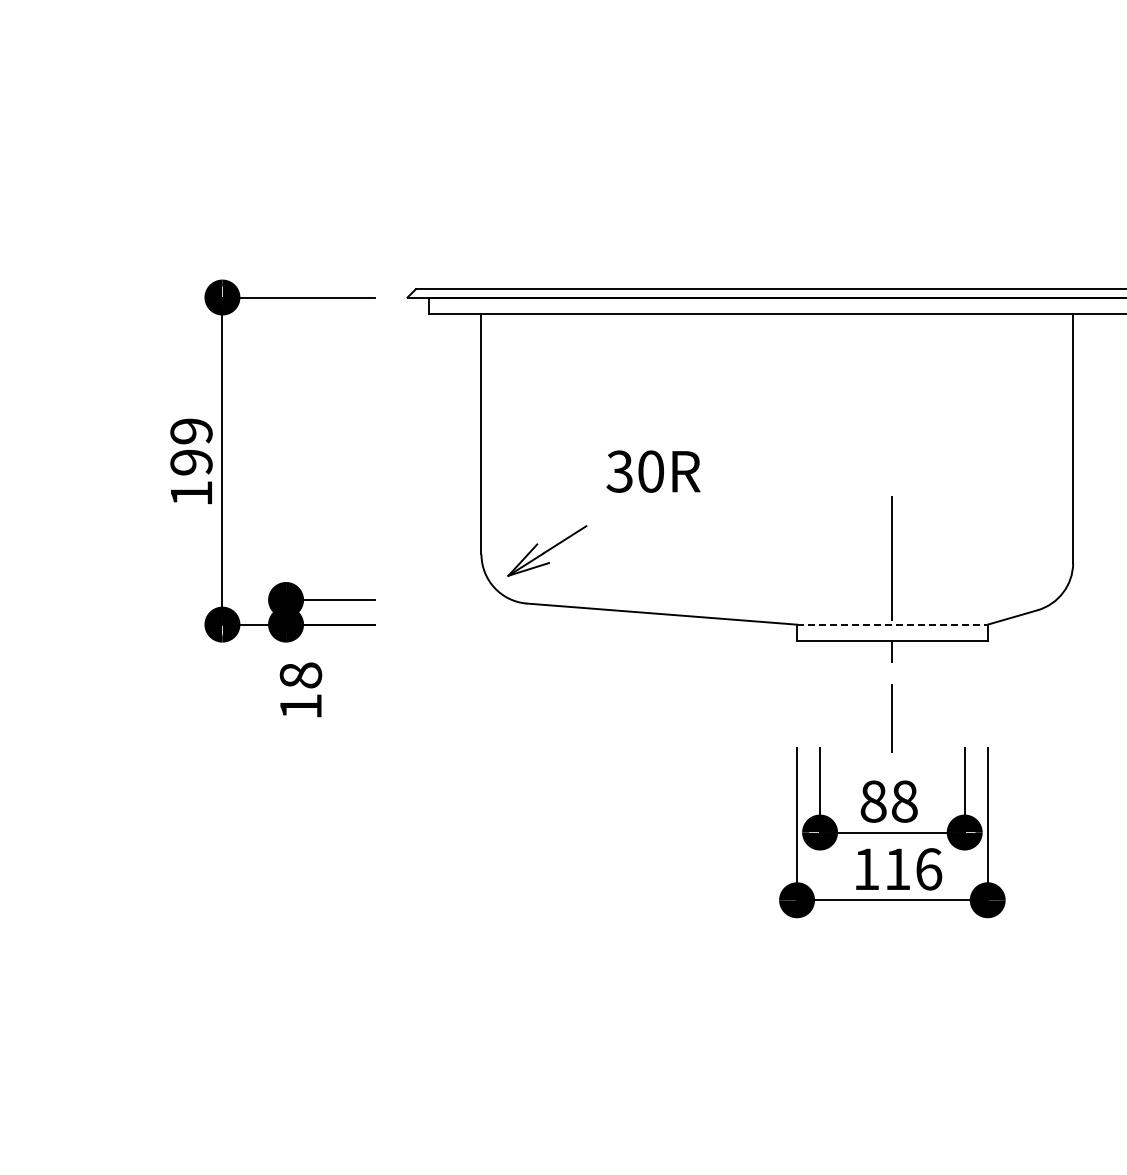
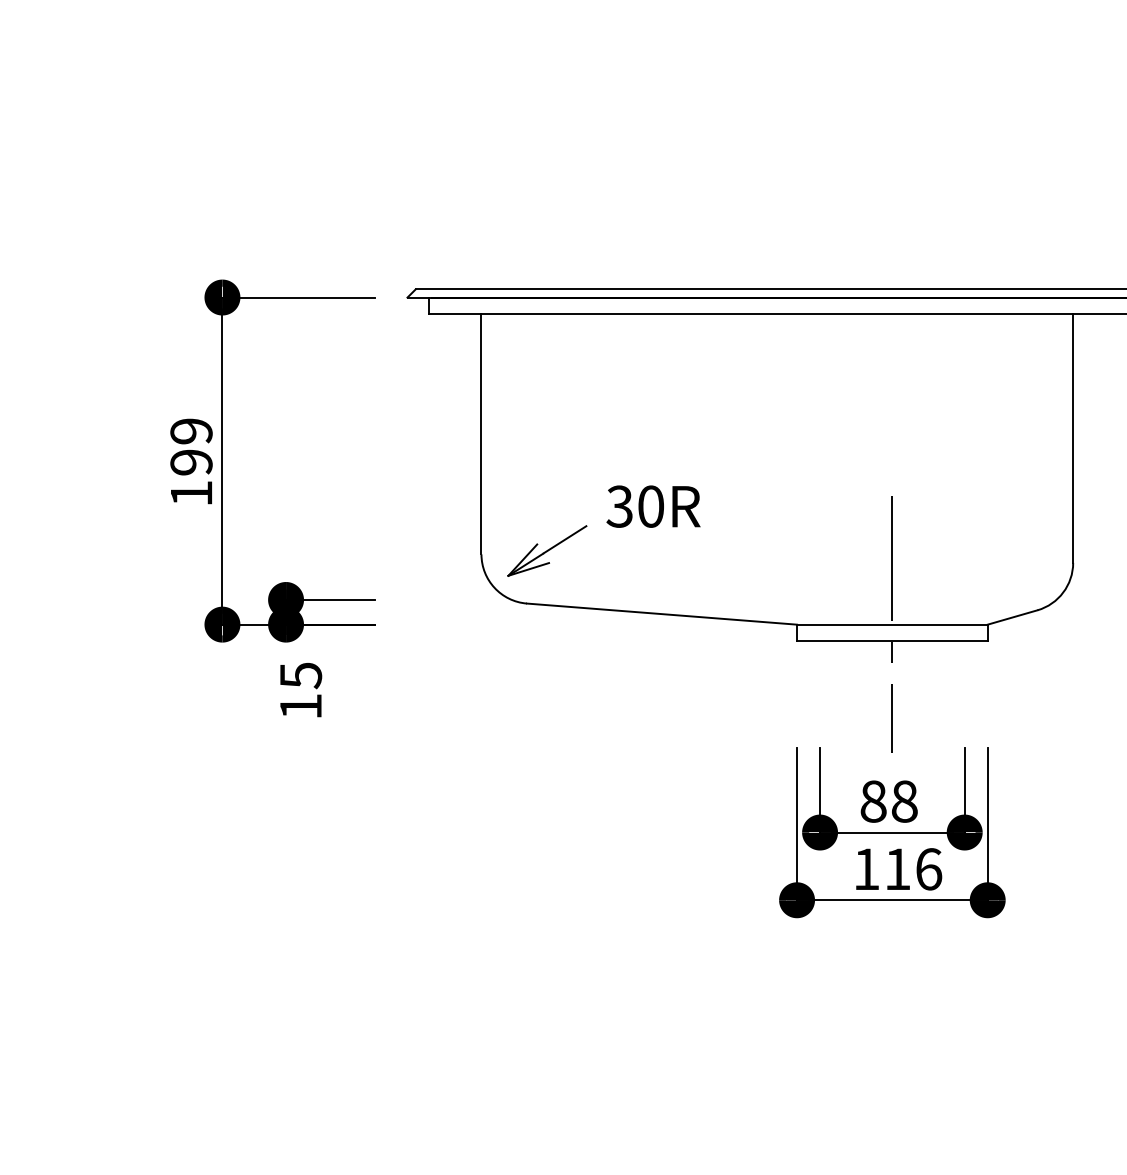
text at (653, 471) position: (653, 471) -> (653, 506)
line at (892, 624): dashed -> solid
text at (300, 675): 18 -> 15
